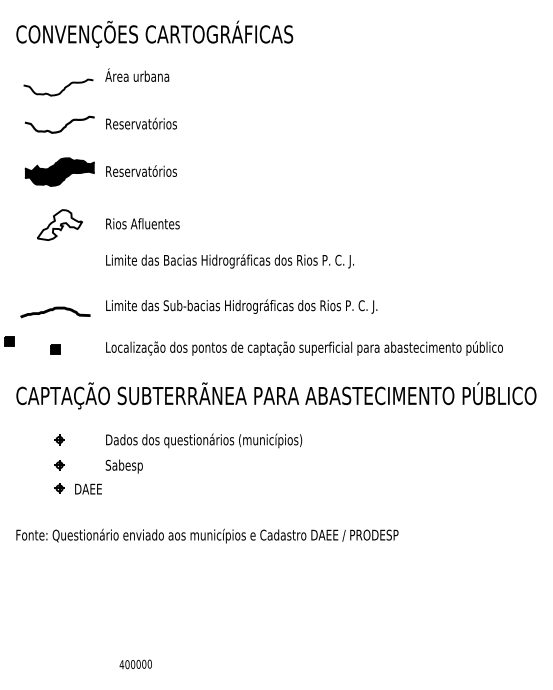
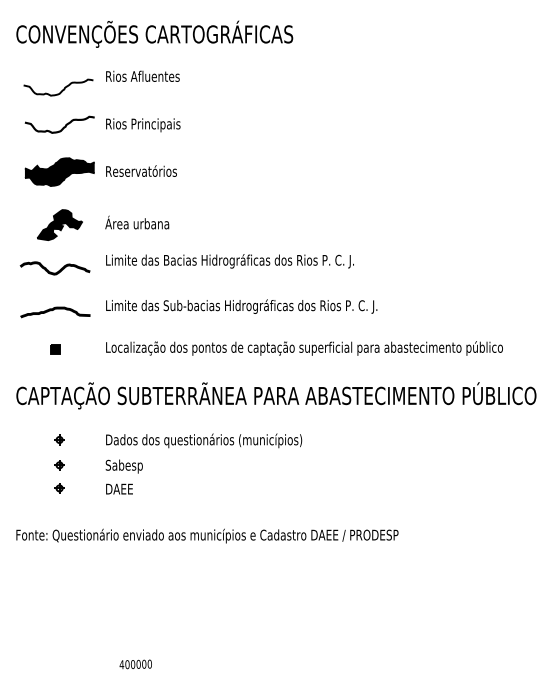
text at (142, 74): Área urbana -> Rios Afluentes
text at (146, 124): Reservatórios -> Rios Principais
text at (142, 222): Rios Afluentes -> Área urbana
fill at (59, 225): none -> present
curve at (54, 272): none -> present
part at (9, 341): present -> none
text at (88, 488) position: (88, 488) -> (119, 488)
